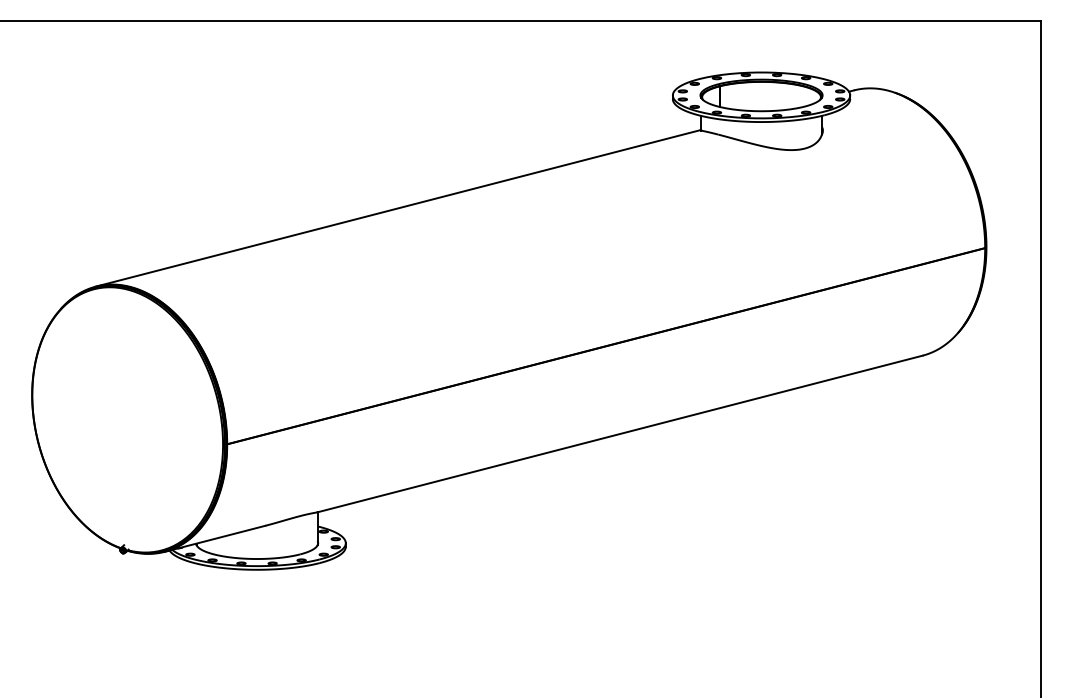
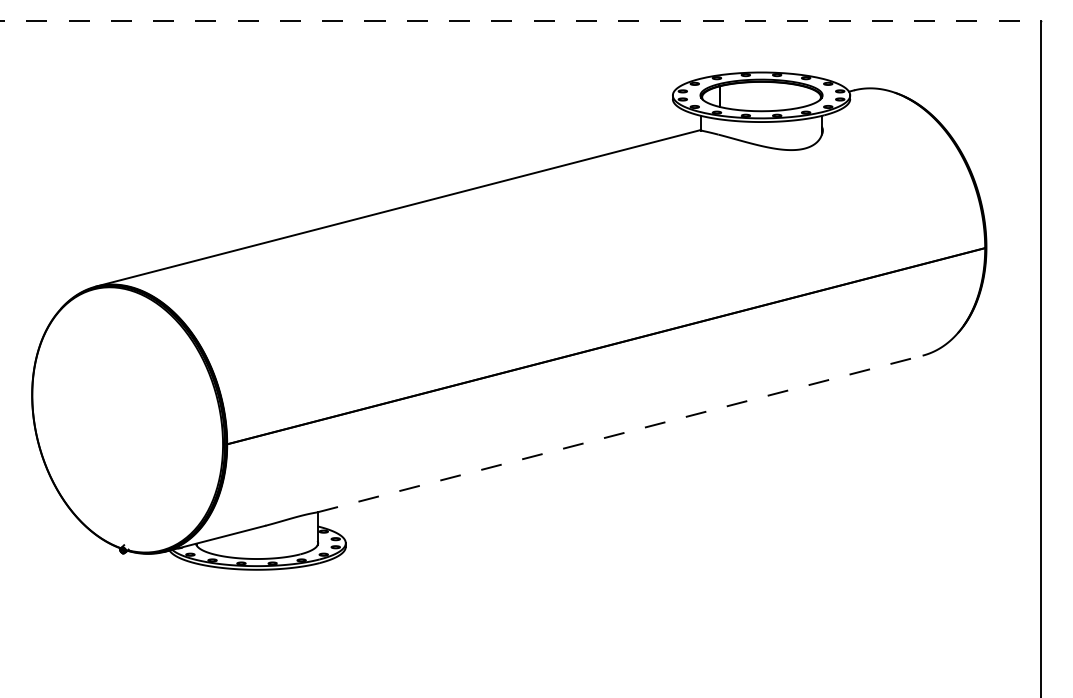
line at (520, 20): solid -> dashed
line at (620, 434): solid -> dashed
